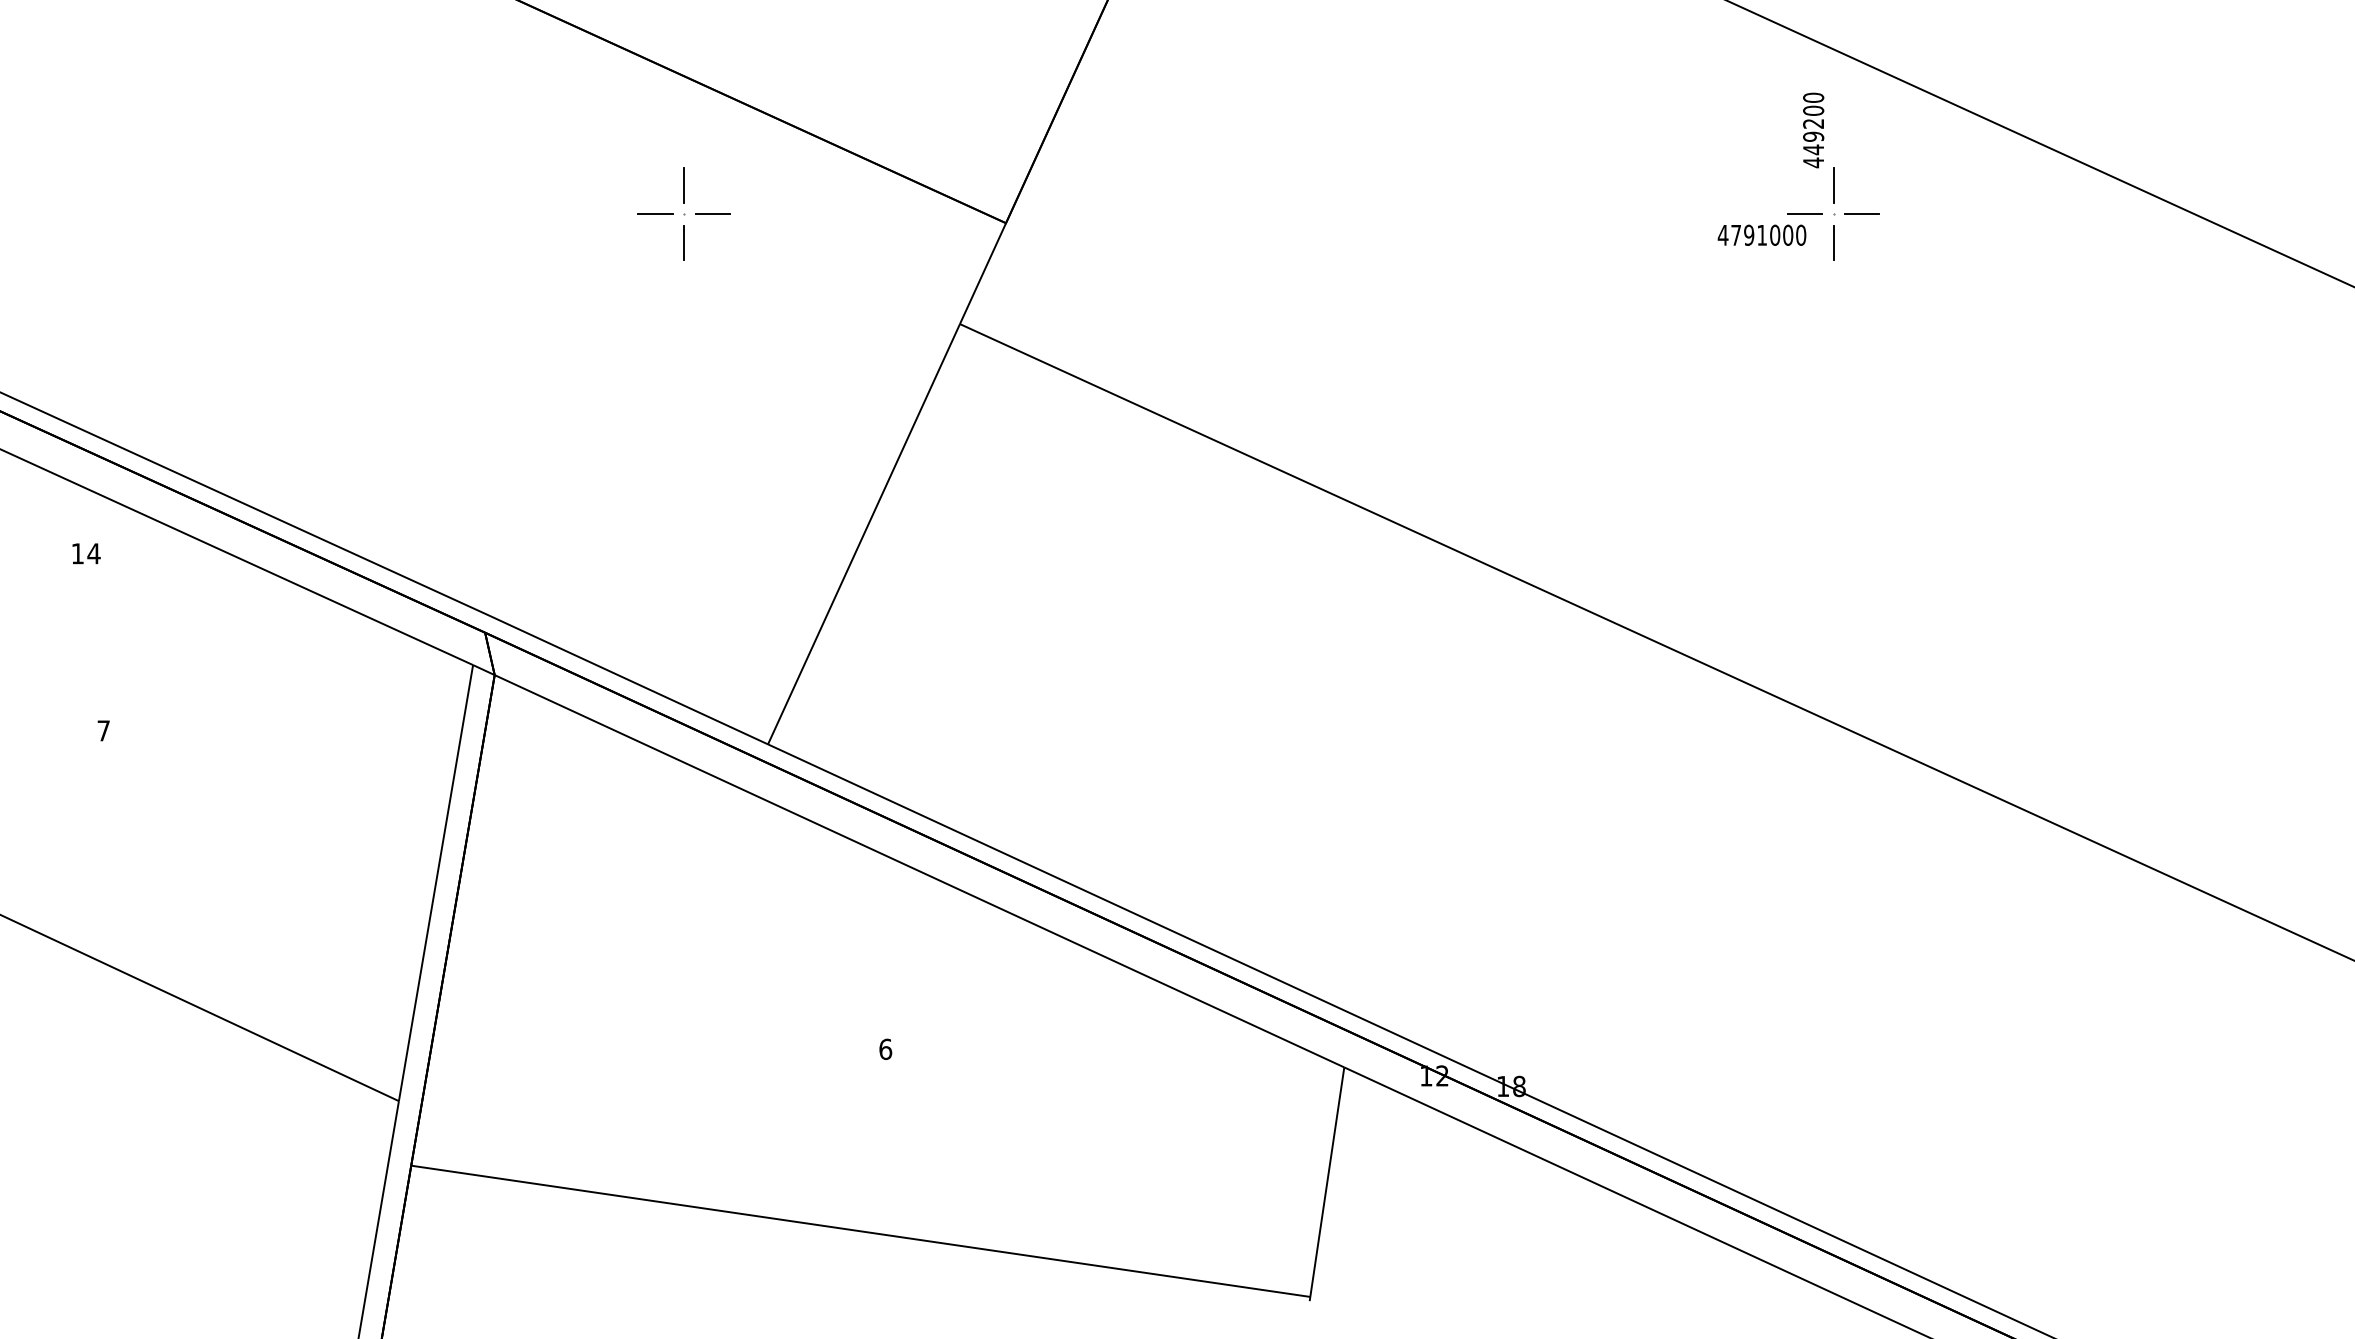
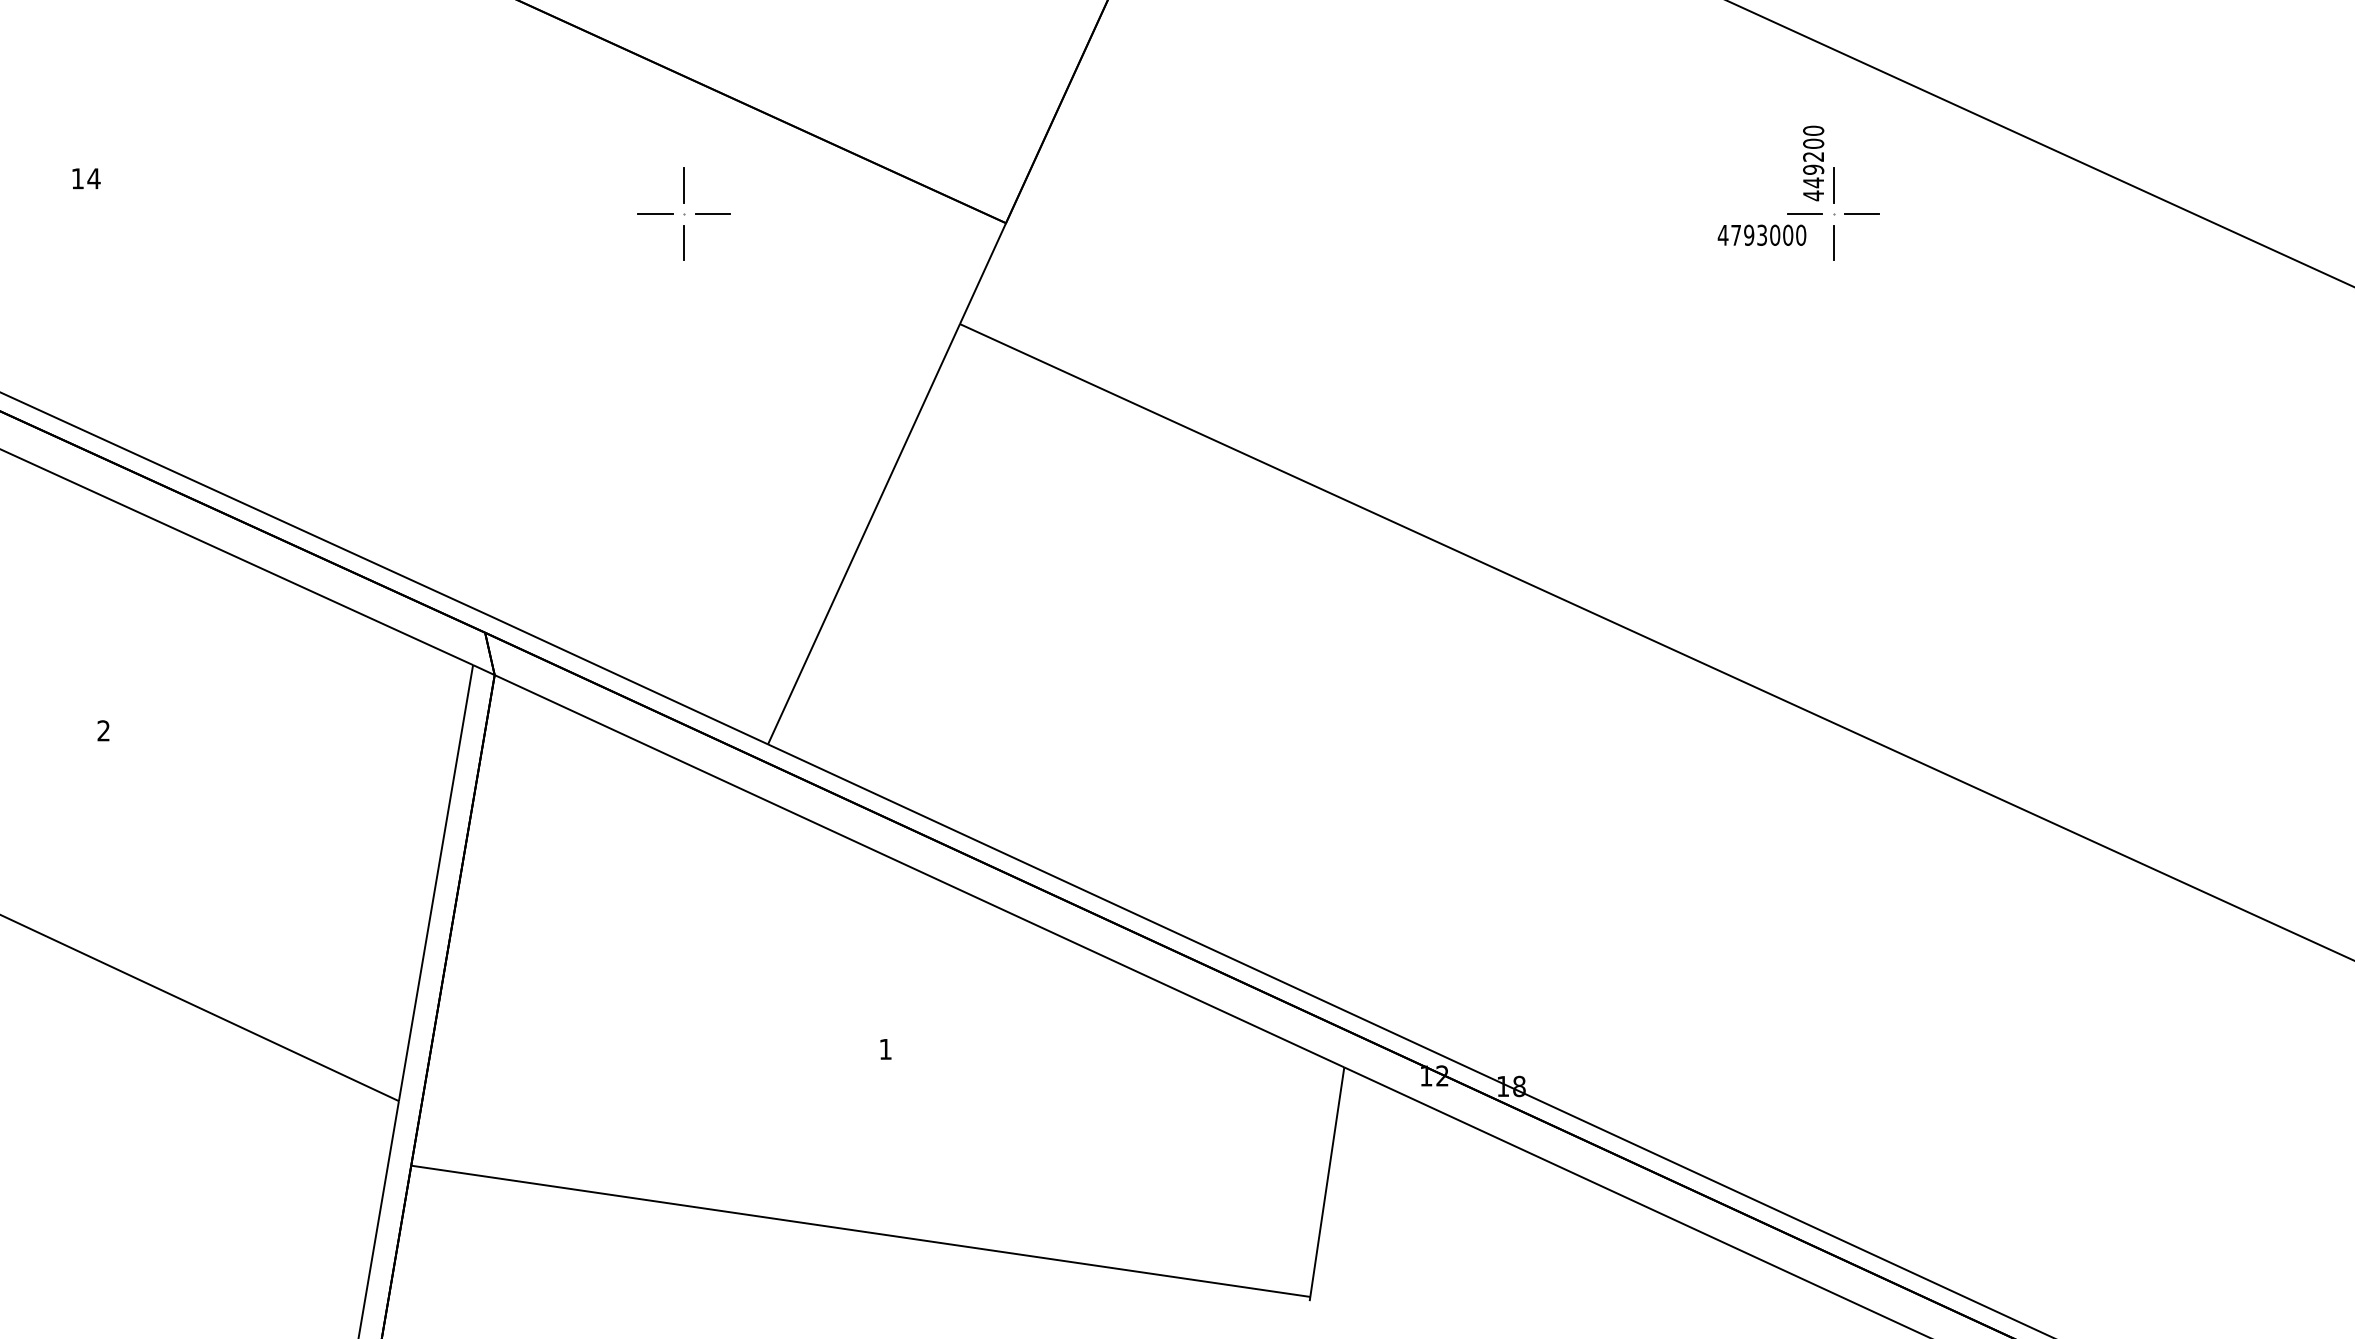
text at (1813, 130) position: (1813, 130) -> (1813, 163)
text at (1761, 234): 4791000 -> 4793000
text at (86, 553) position: (86, 553) -> (86, 178)
text at (103, 730): 7 -> 2
text at (885, 1048): 6 -> 1
